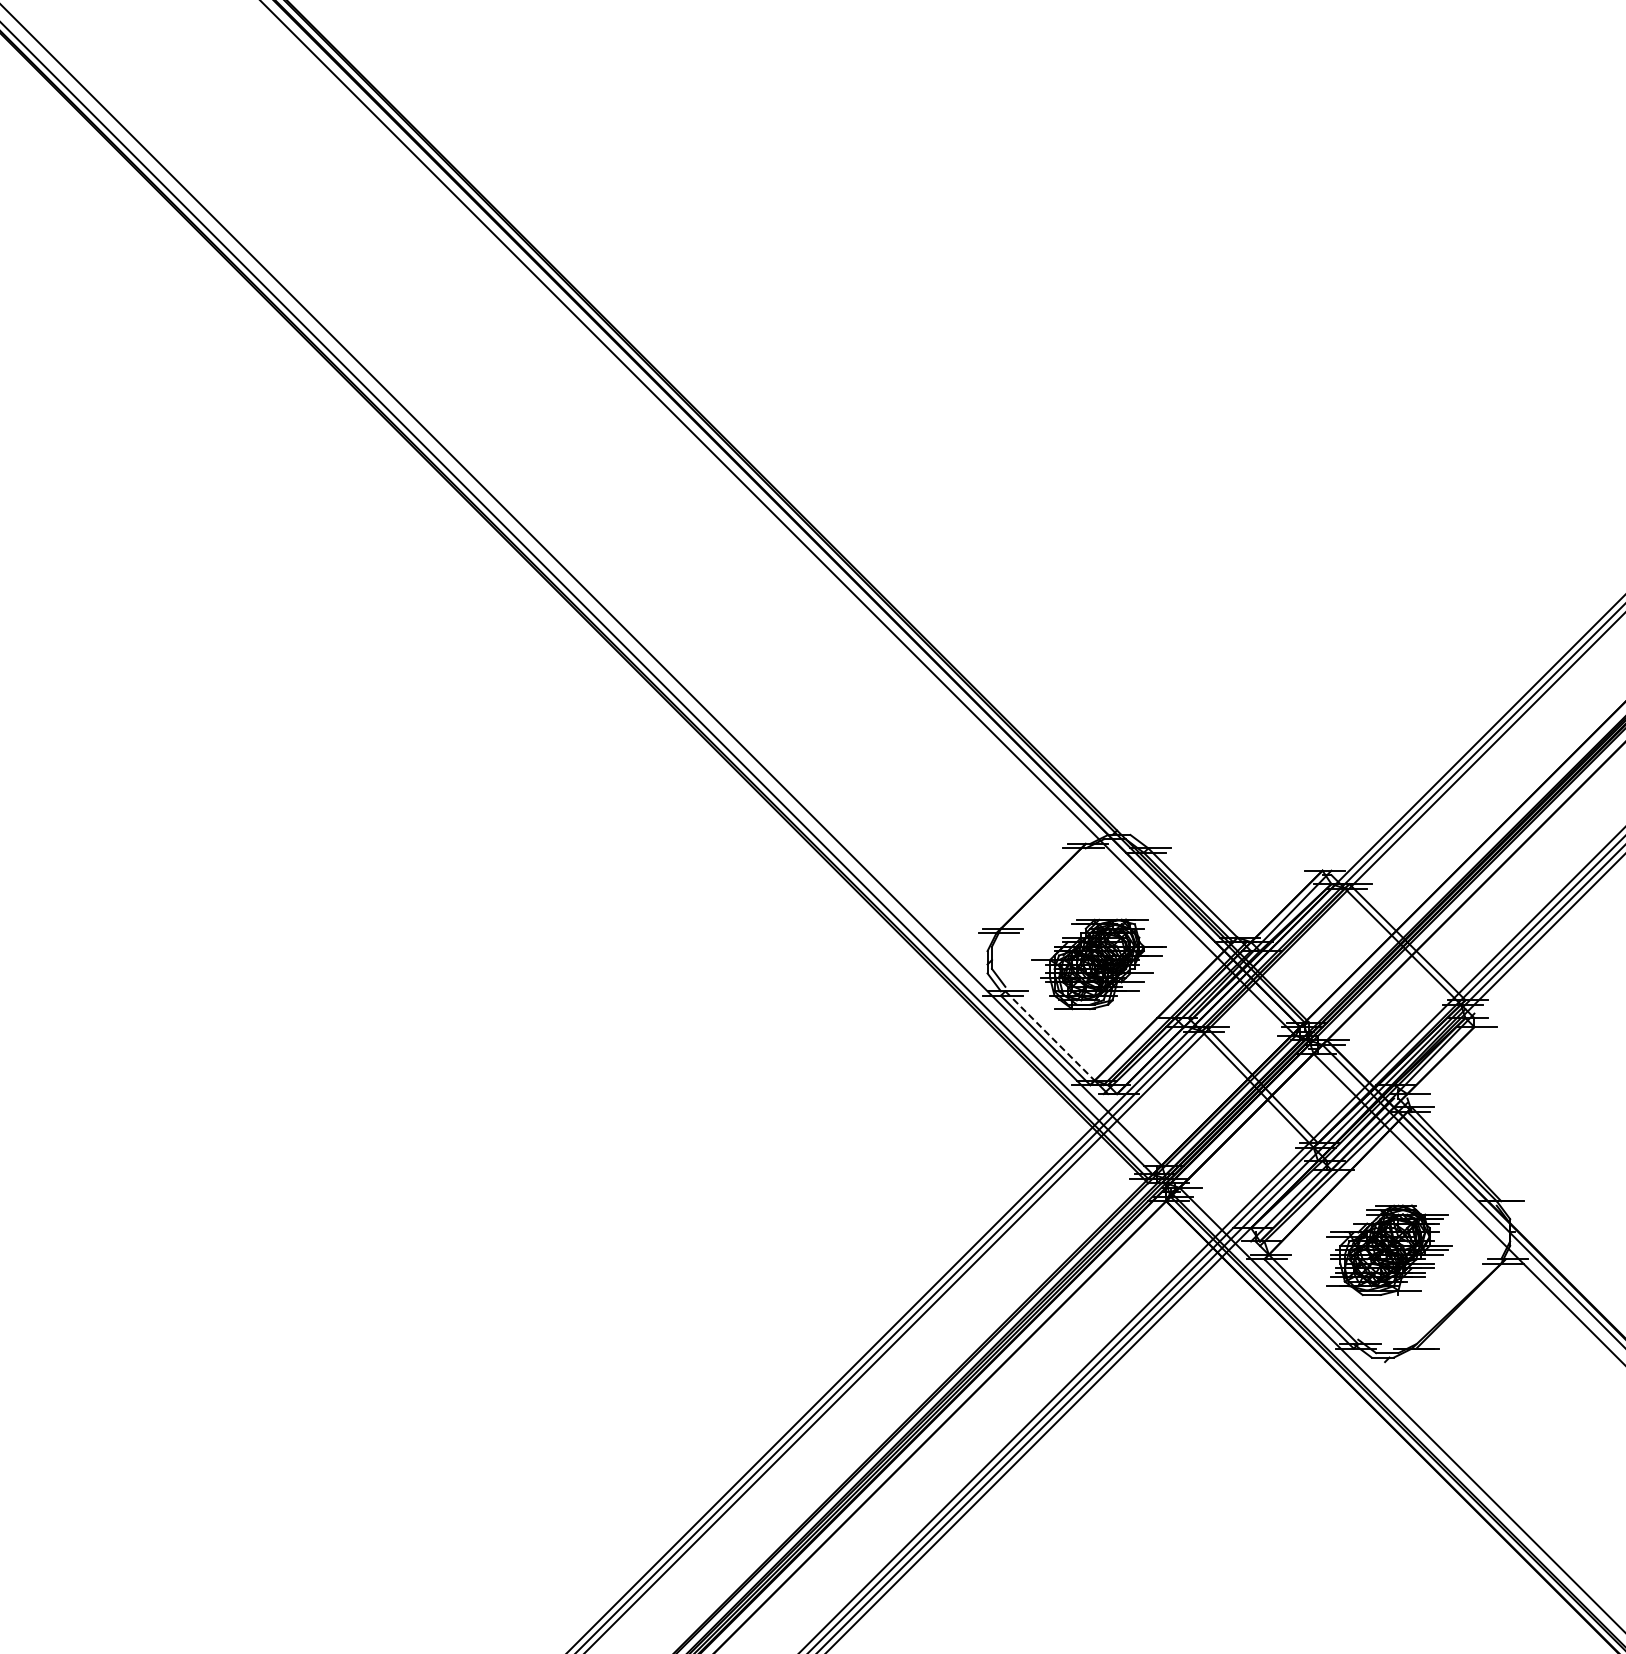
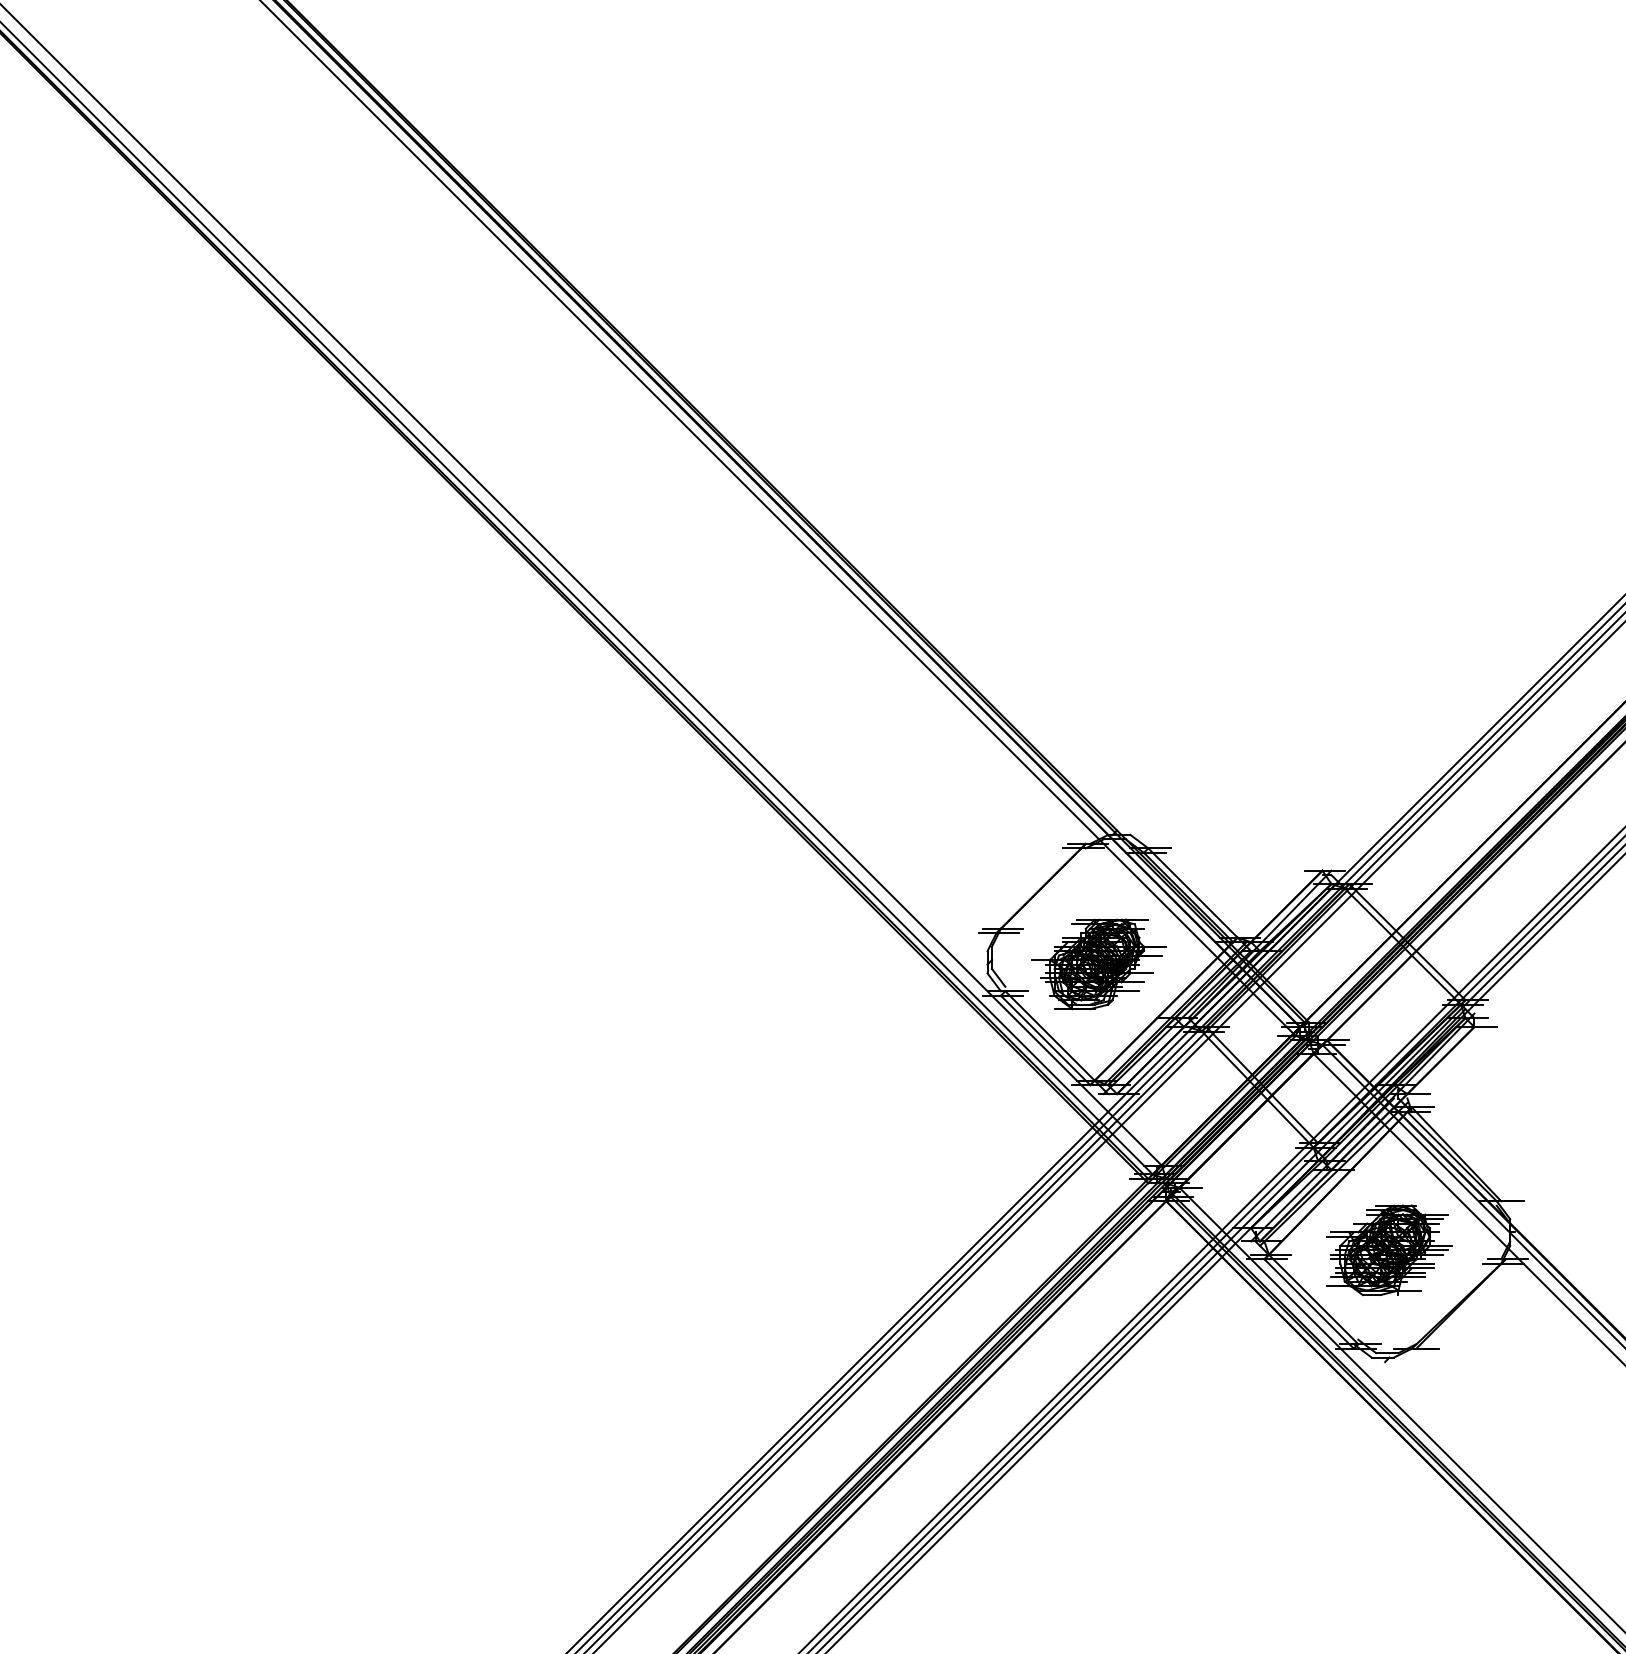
line at (1050, 1036): dashed -> solid
line at (1109, 1137): none -> present
